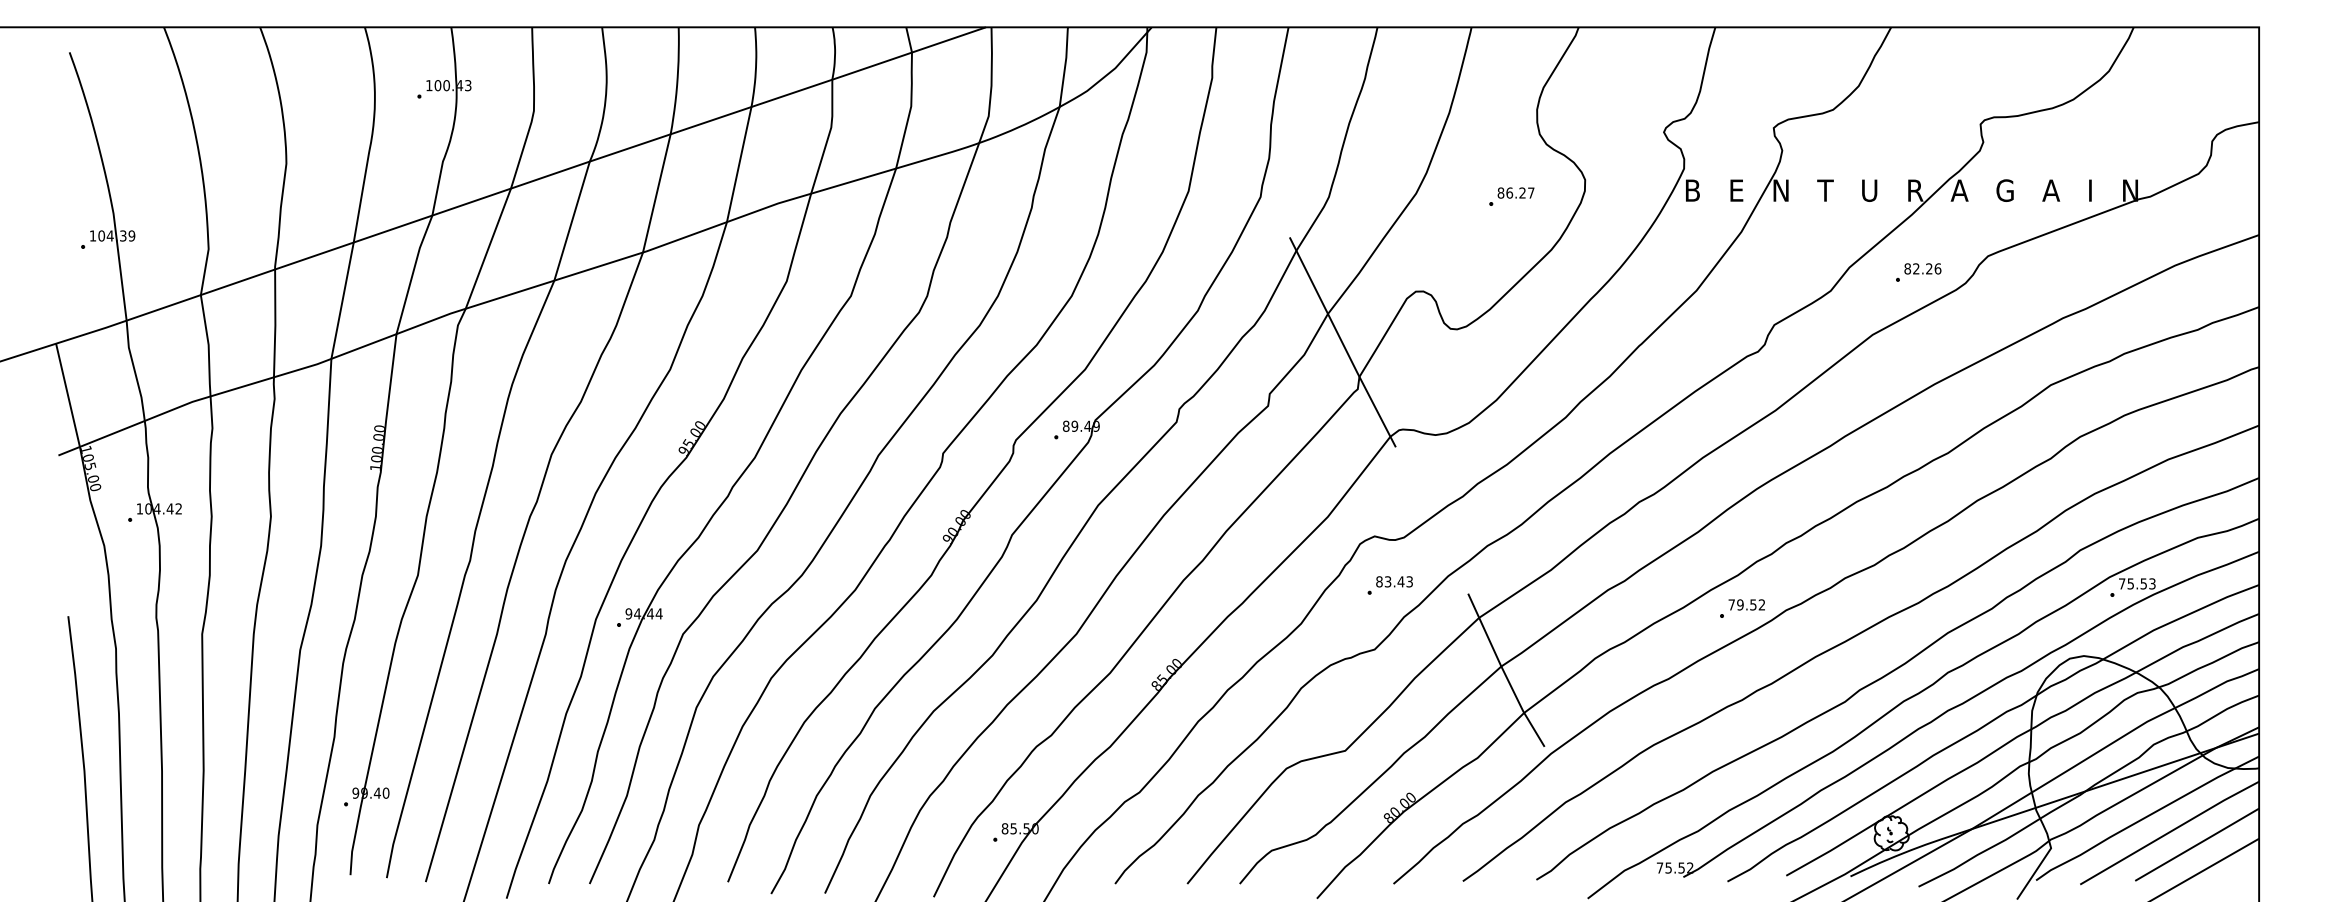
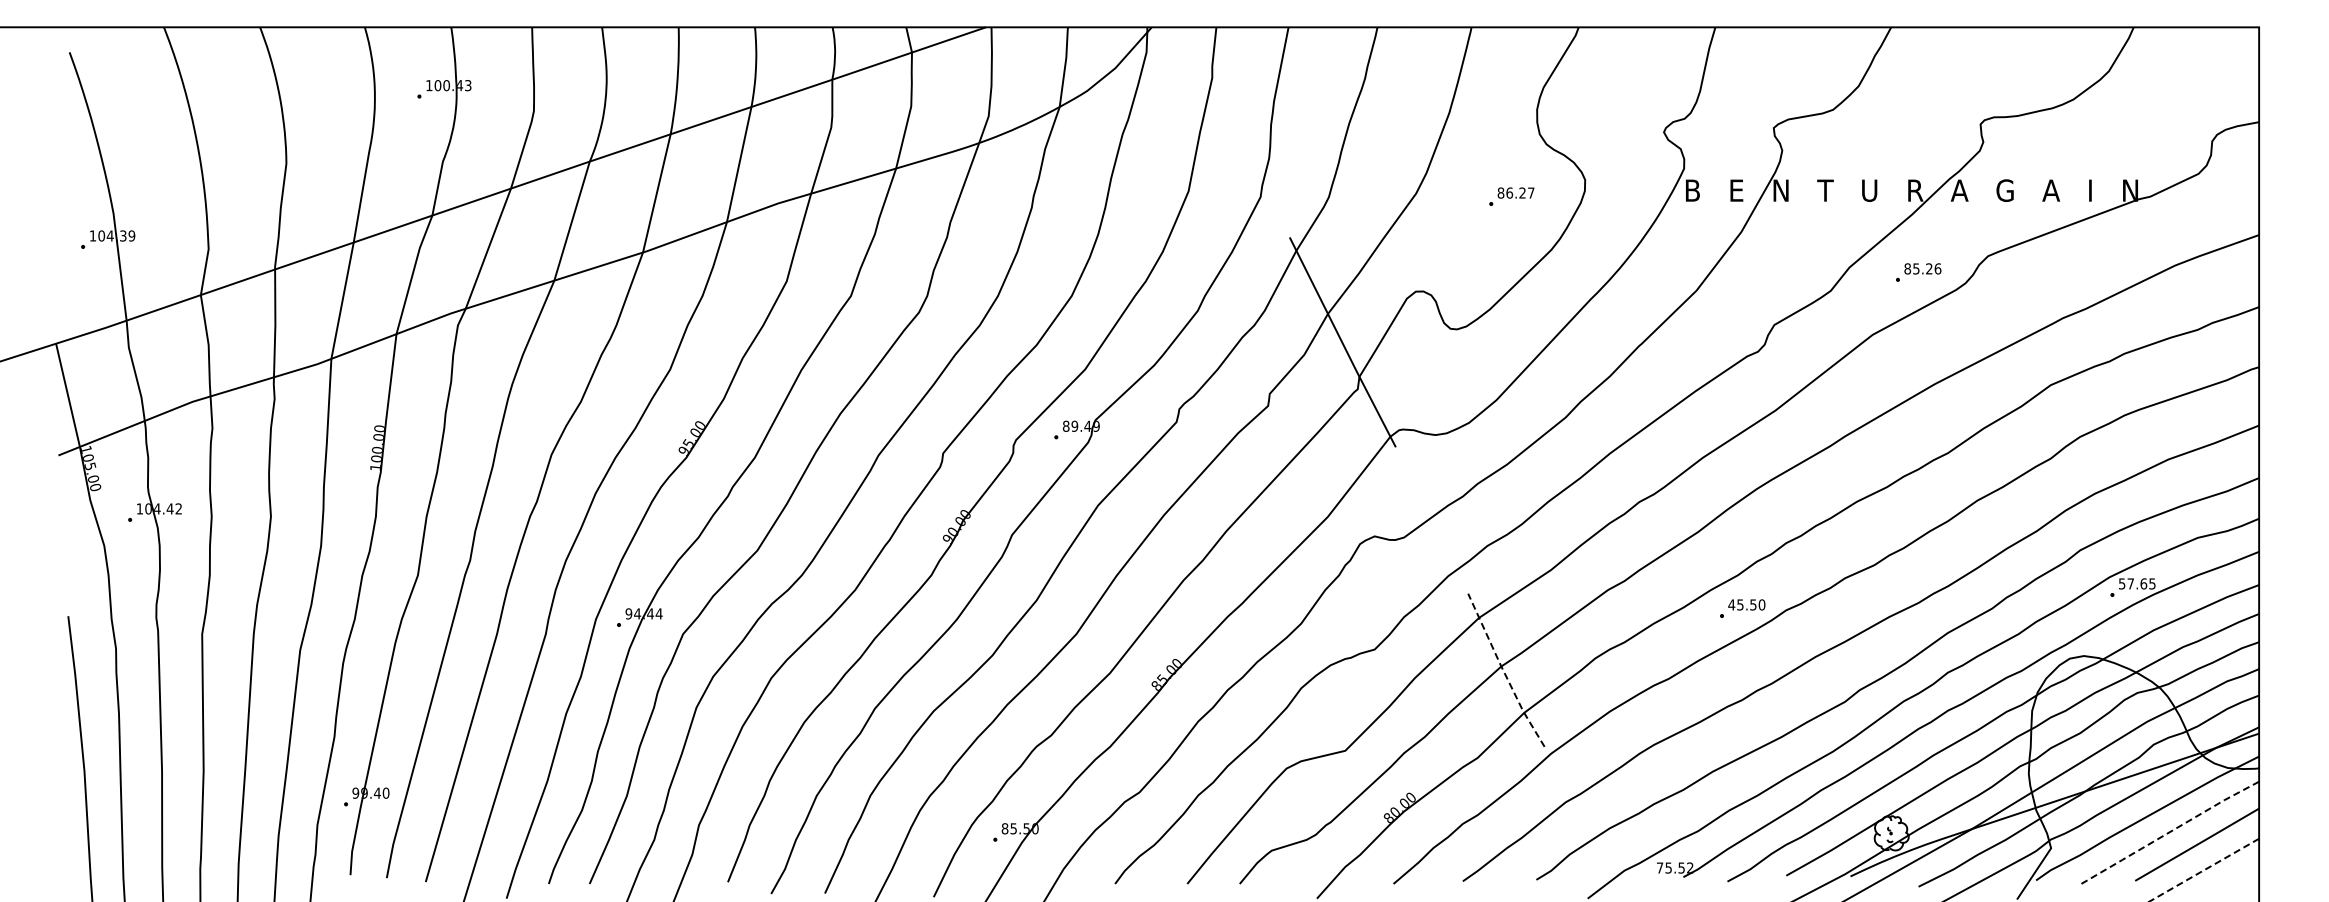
text at (1916, 268): 82.26 -> 85.26
text at (2137, 583): 75.53 -> 57.65
part at (1389, 585): present -> none
text at (1746, 604): 79.52 -> 45.50
line at (1503, 671): solid -> dashed
line at (2169, 832): solid -> dashed
line at (2203, 870): solid -> dashed
